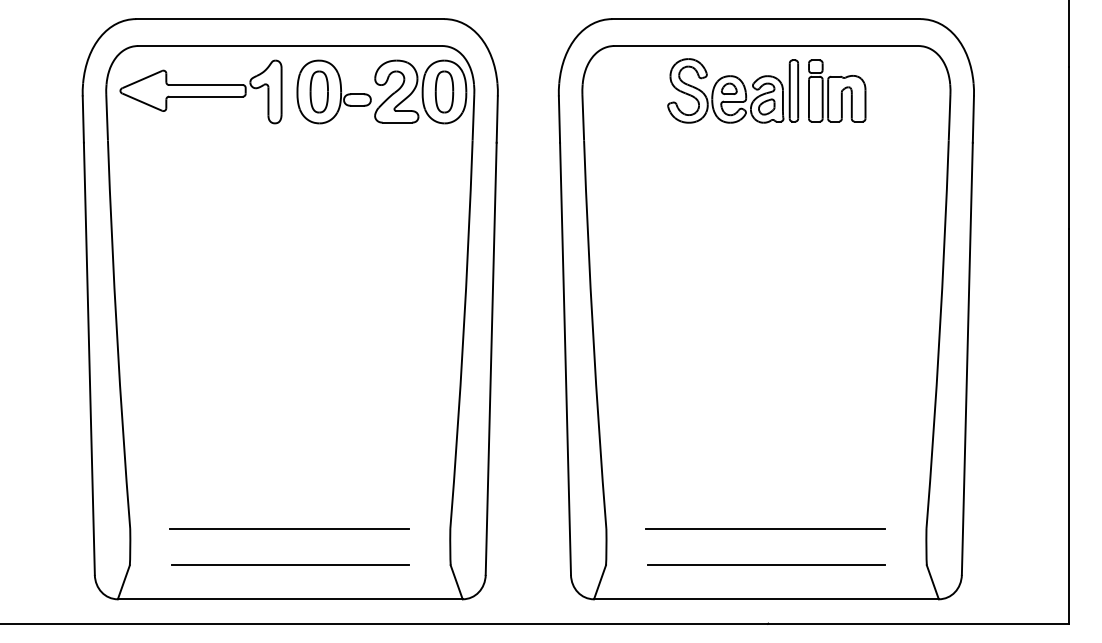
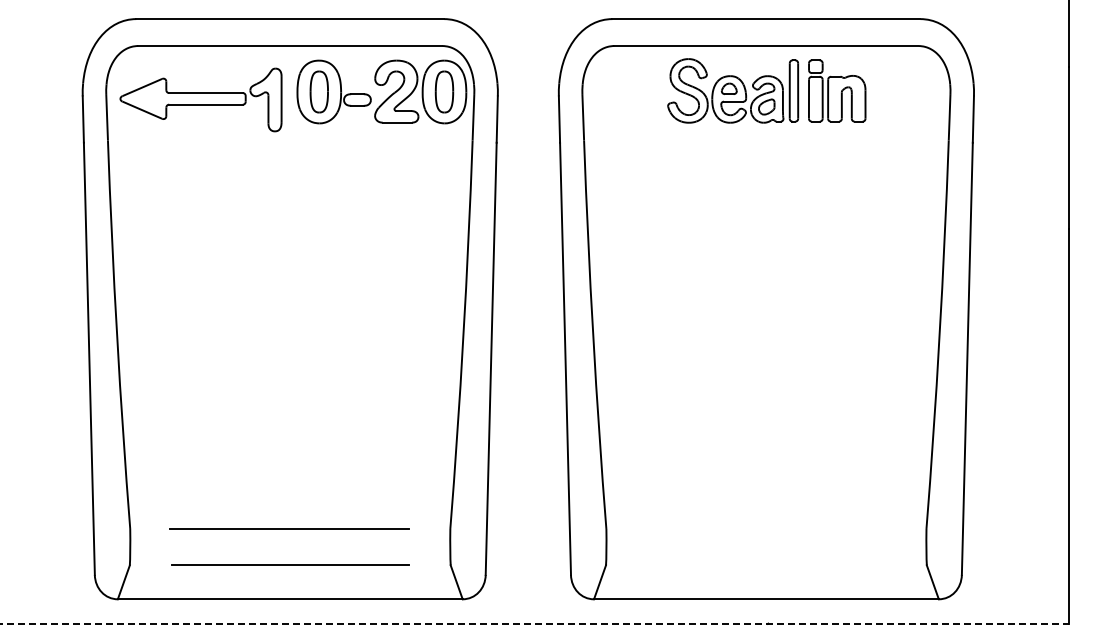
part at (200, 91) position: (200, 91) -> (200, 99)
line at (765, 529): present -> none
line at (765, 565): present -> none
line at (535, 623): solid -> dashed
